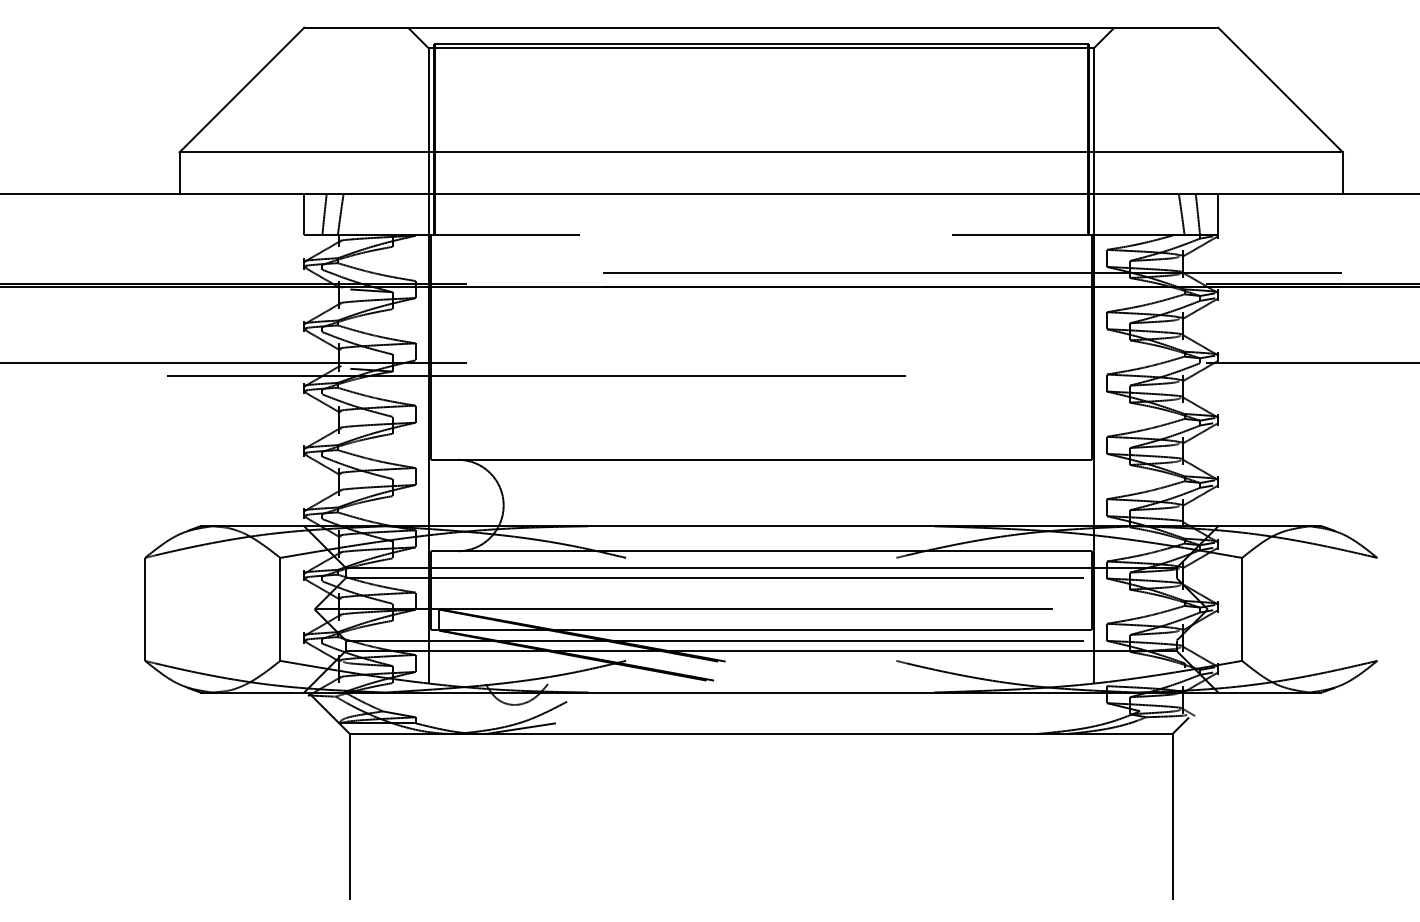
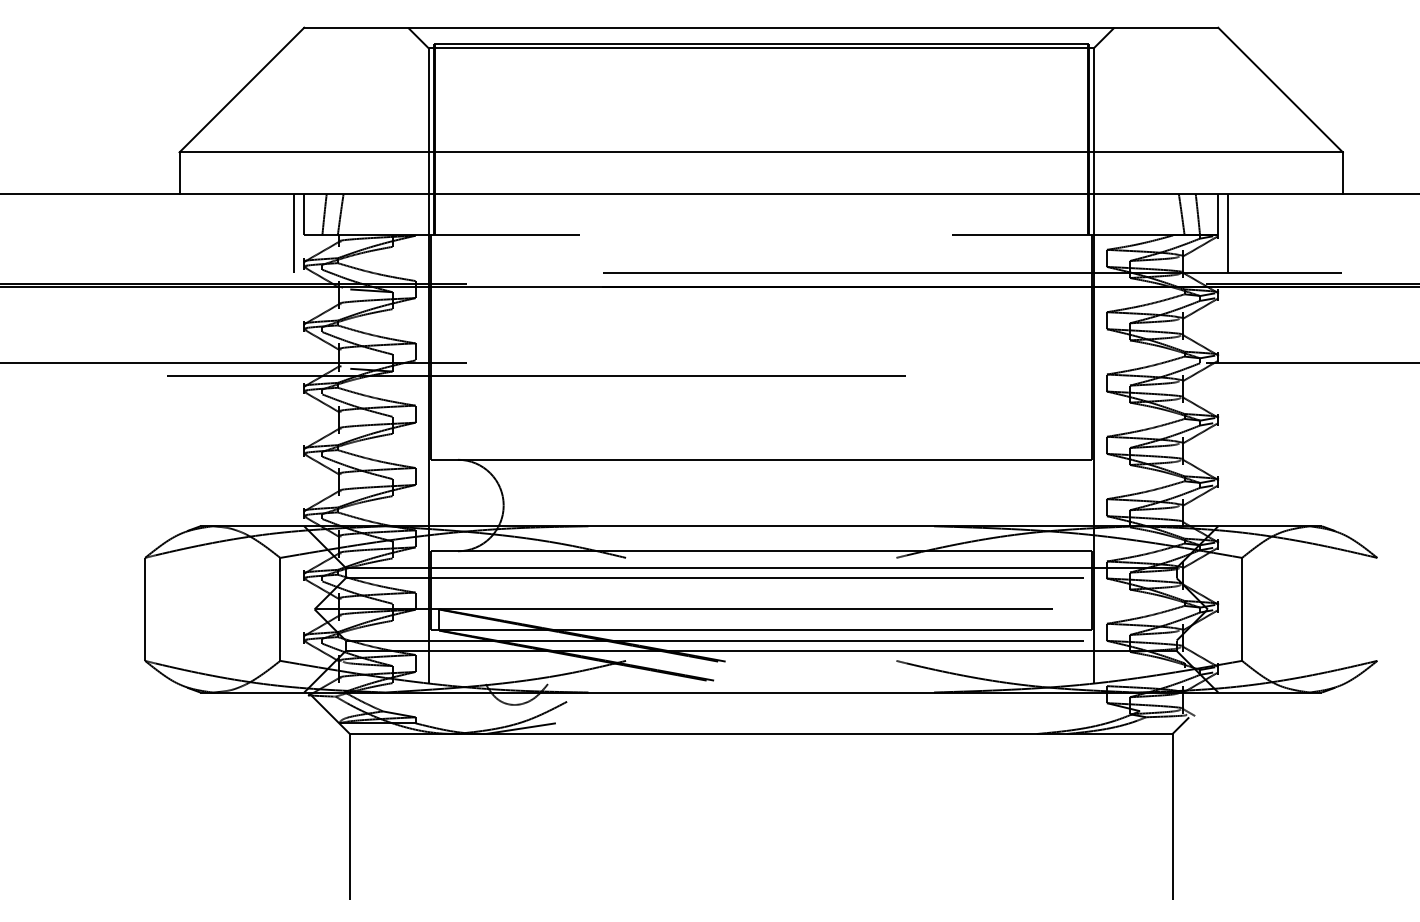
line at (294, 232): none -> present
line at (1228, 232): none -> present
